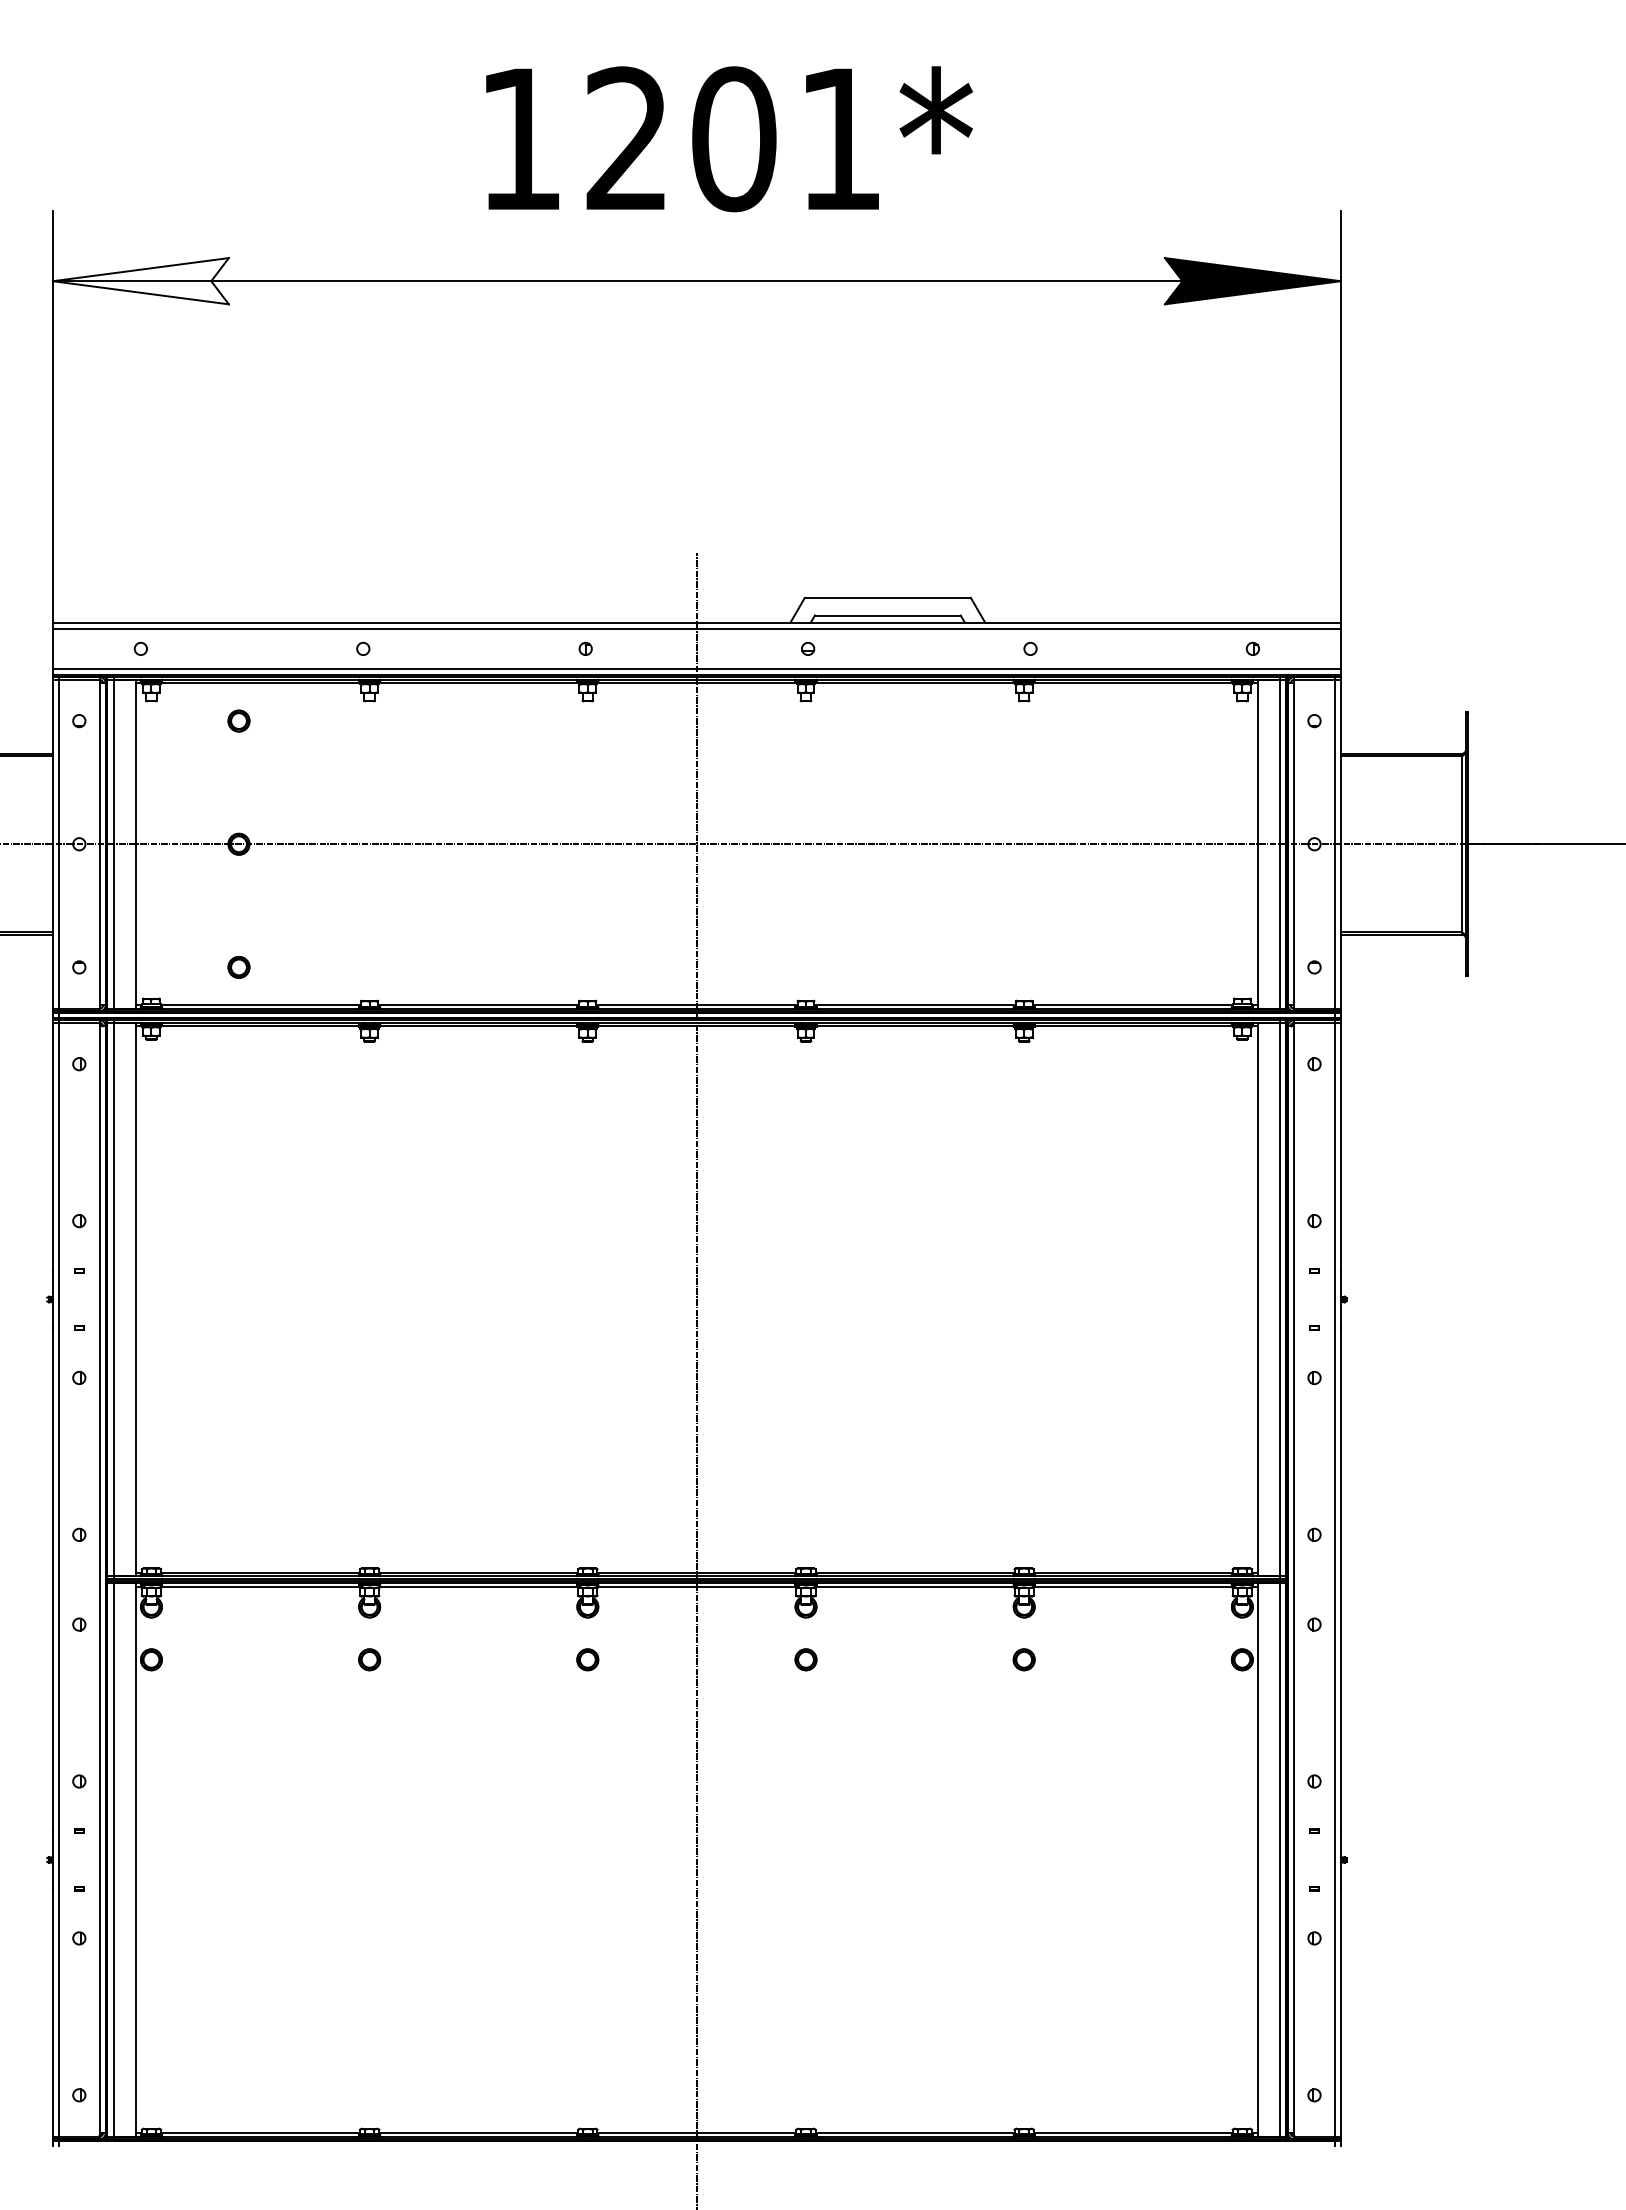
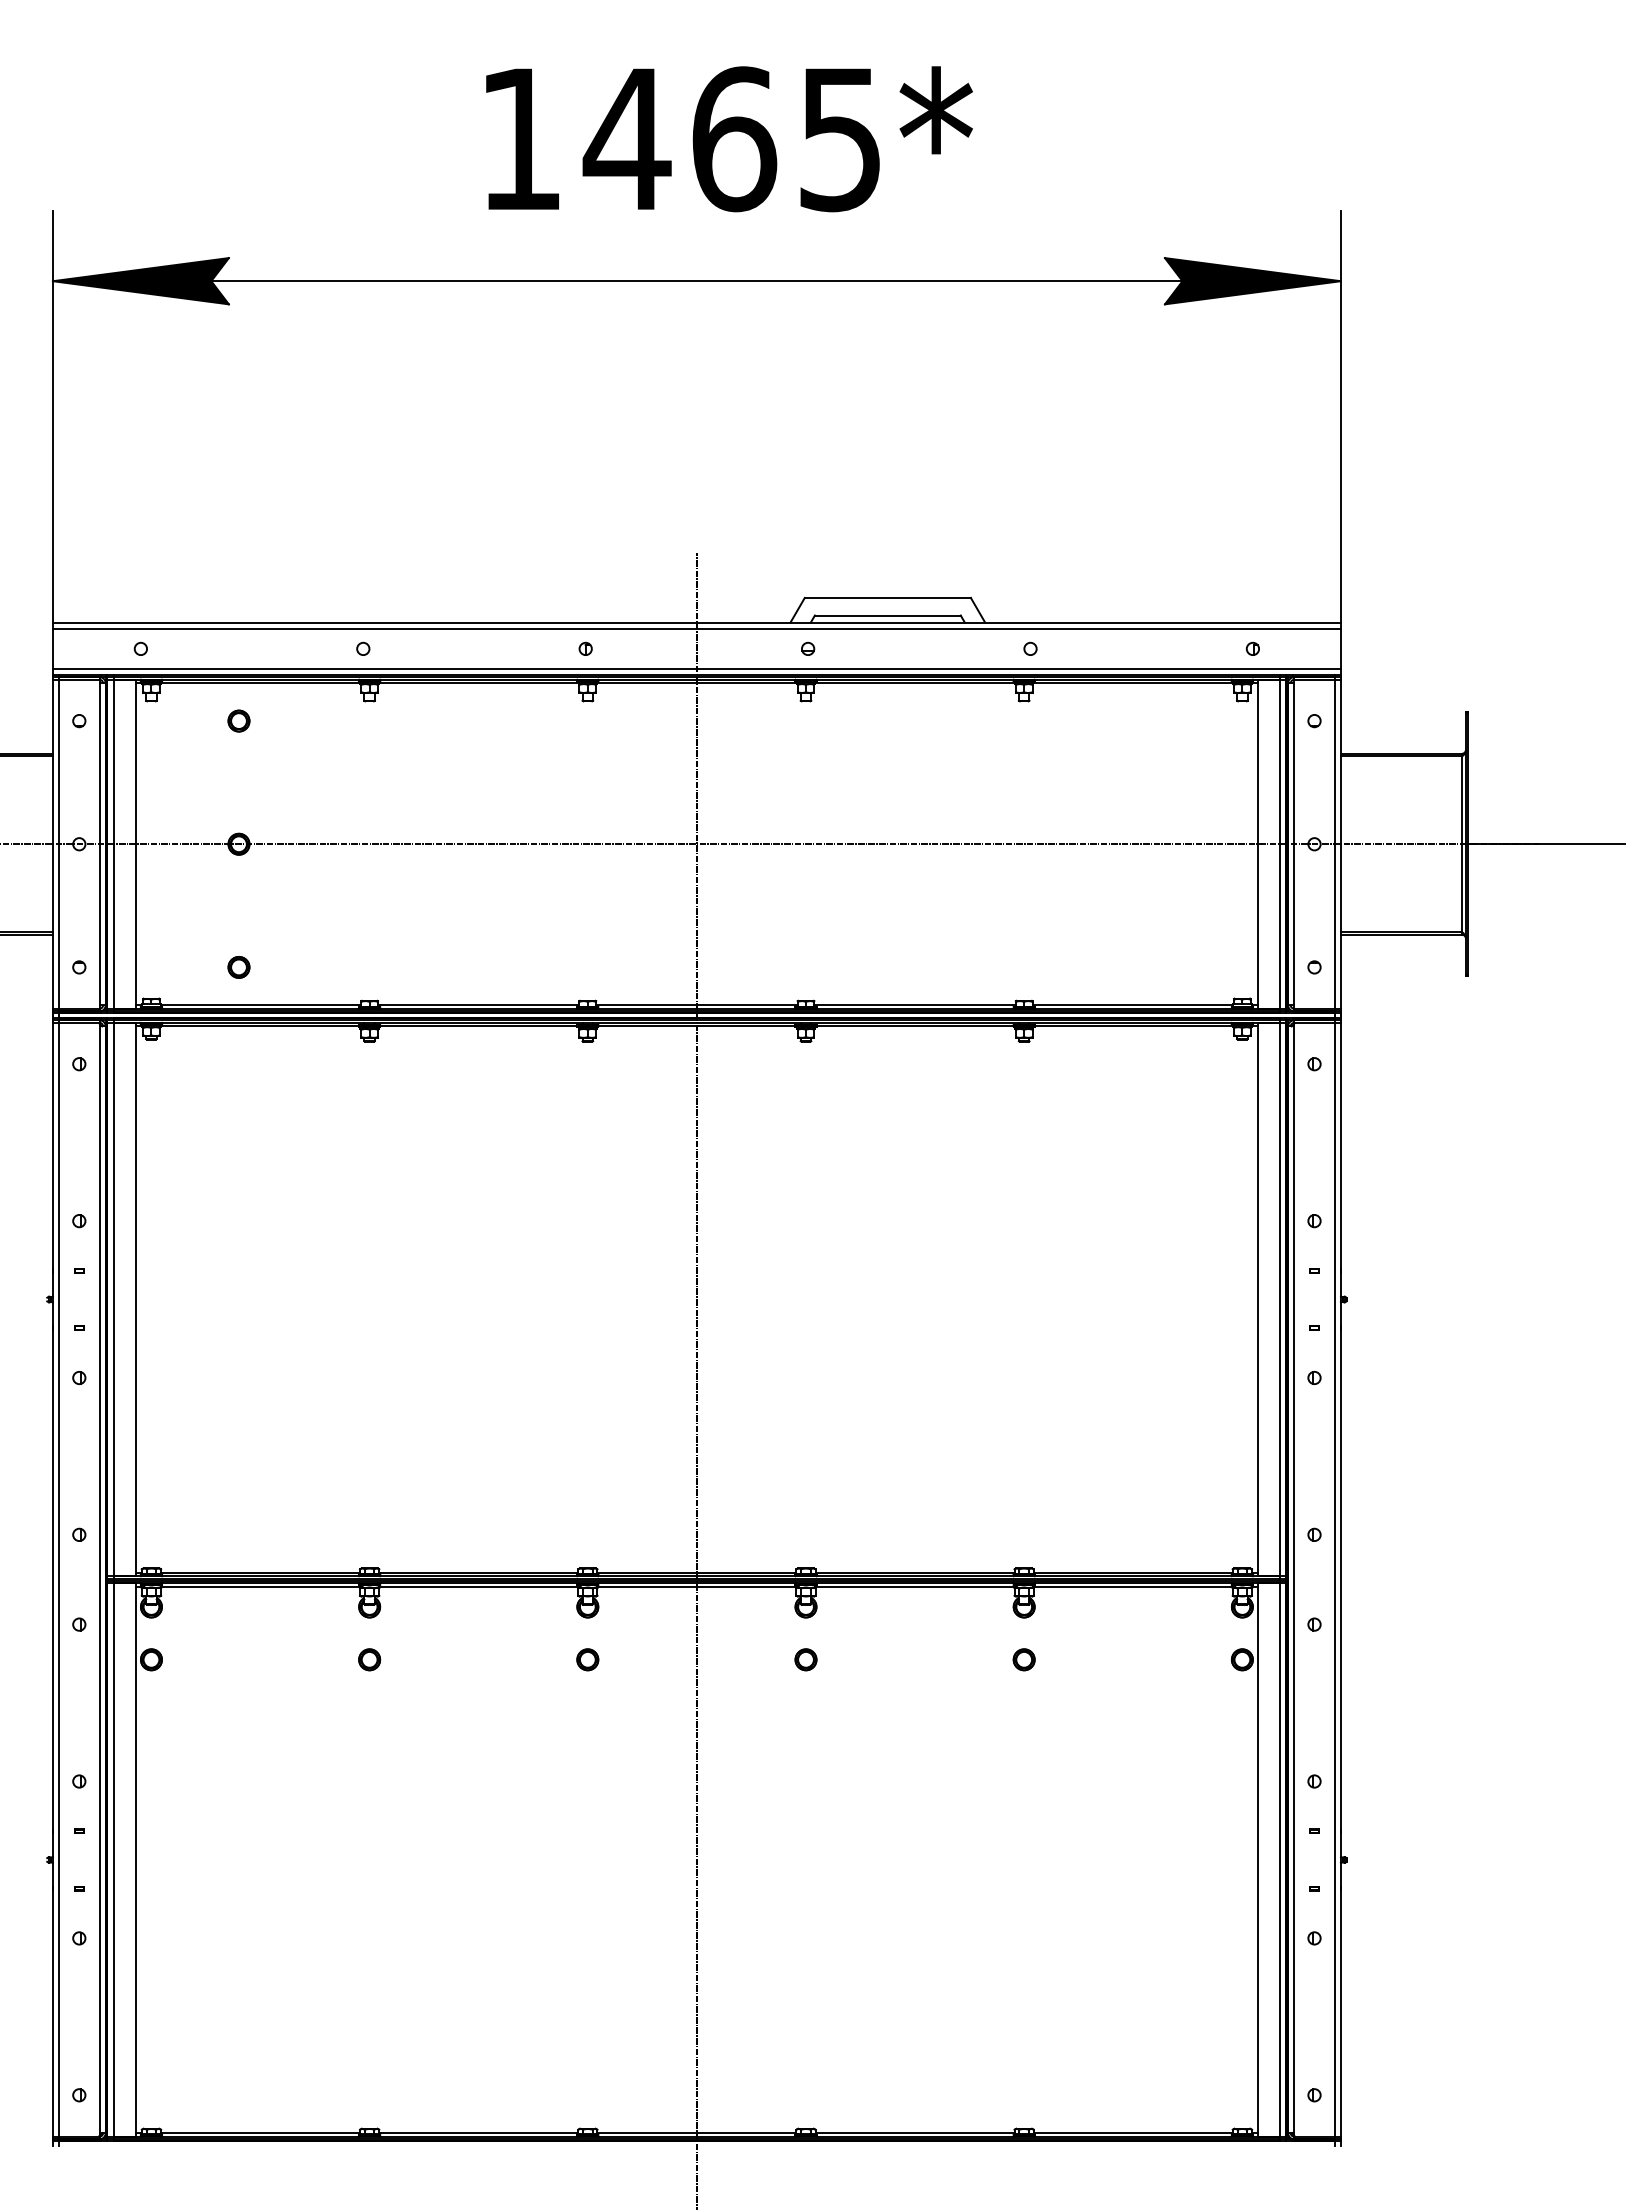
text at (730, 139): 1201* -> 1465*
fill at (140, 281): none -> present
